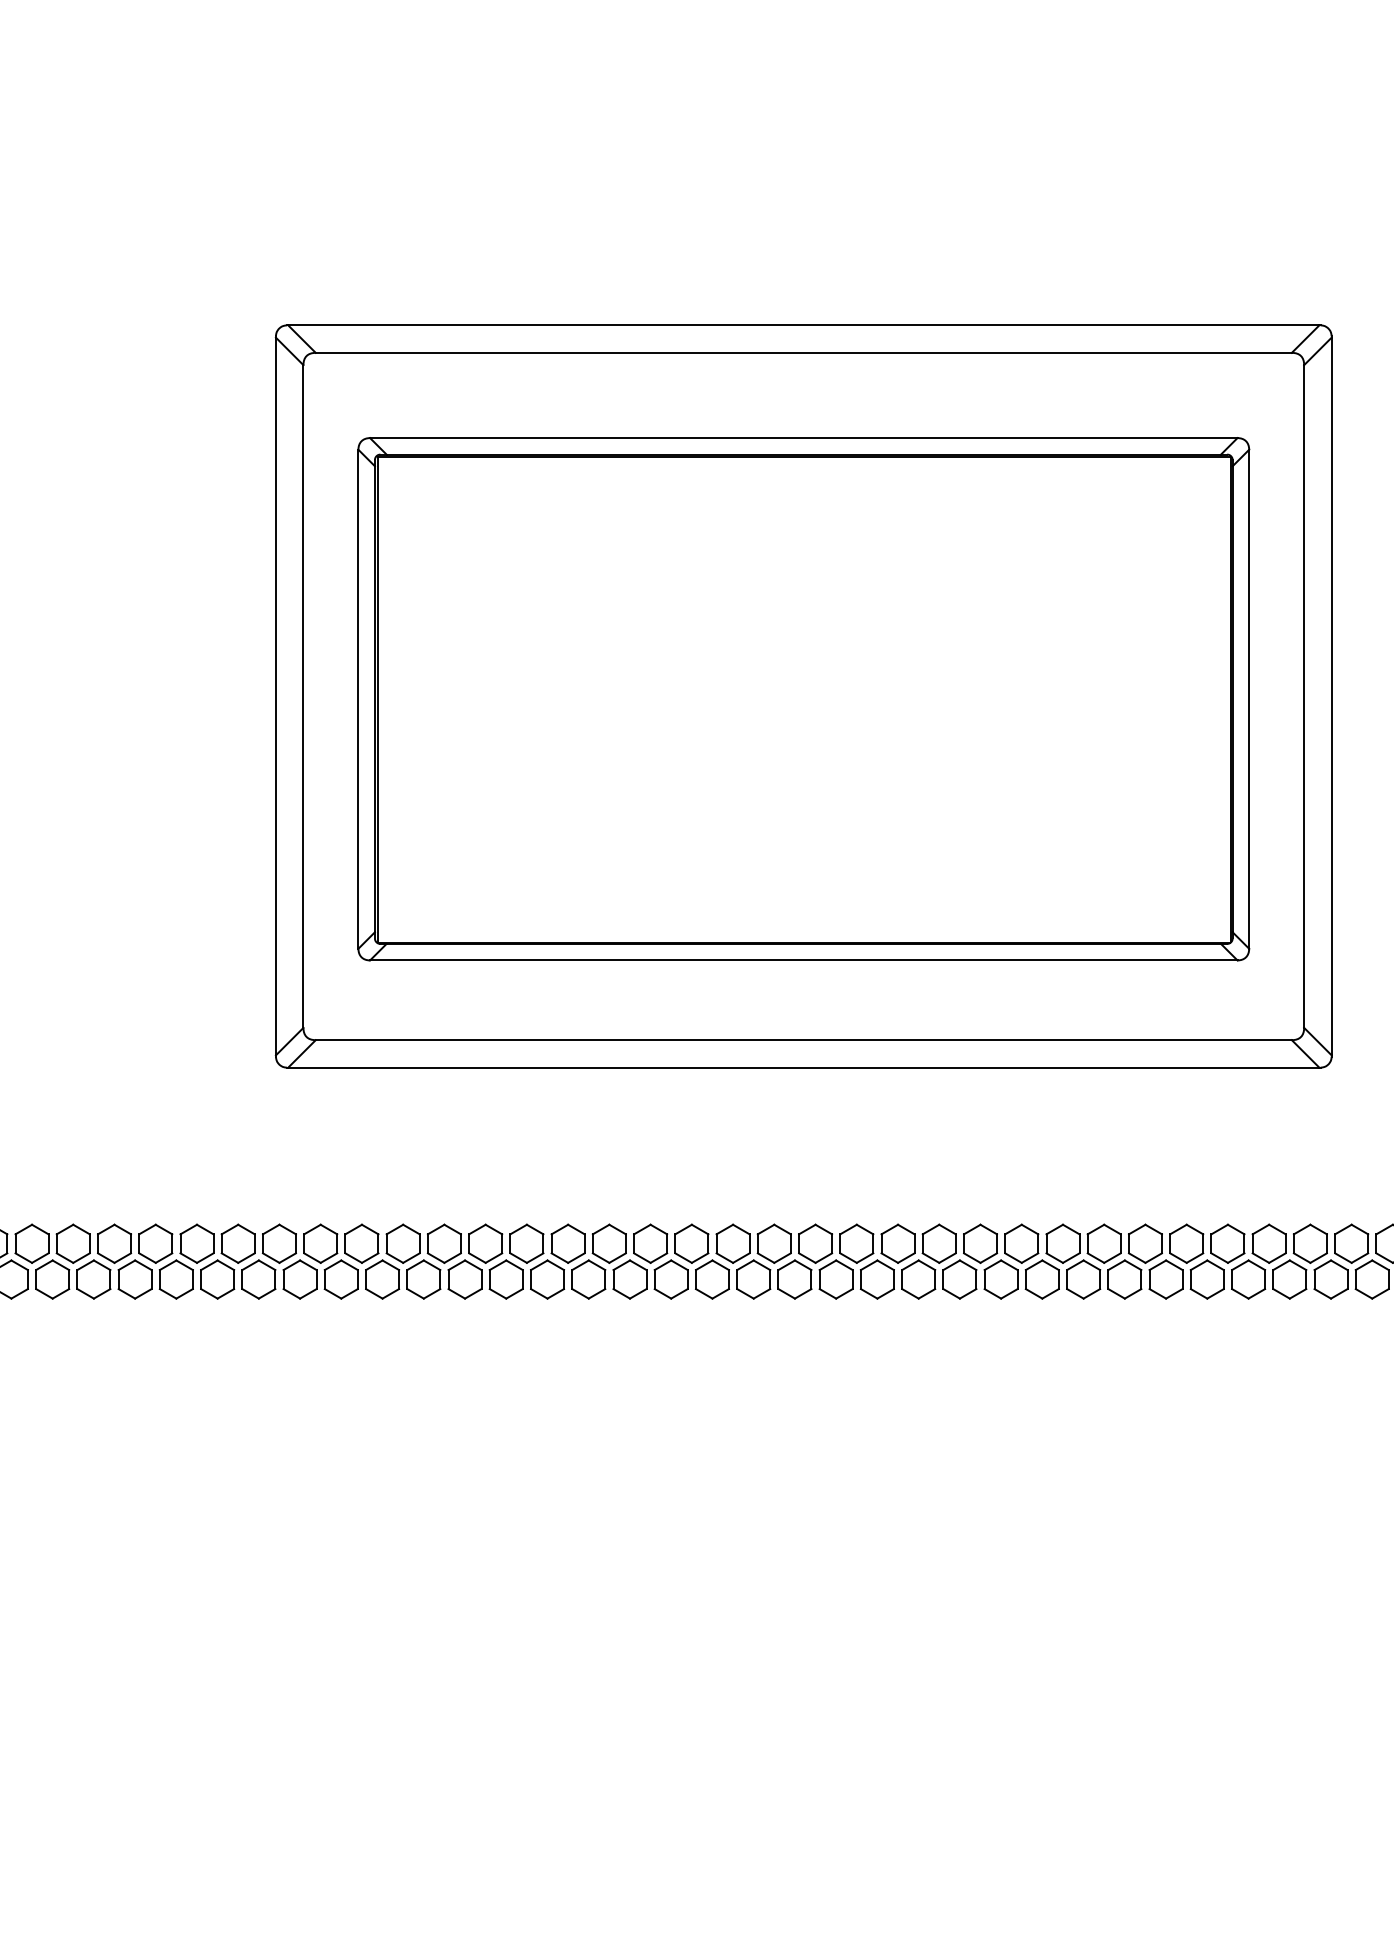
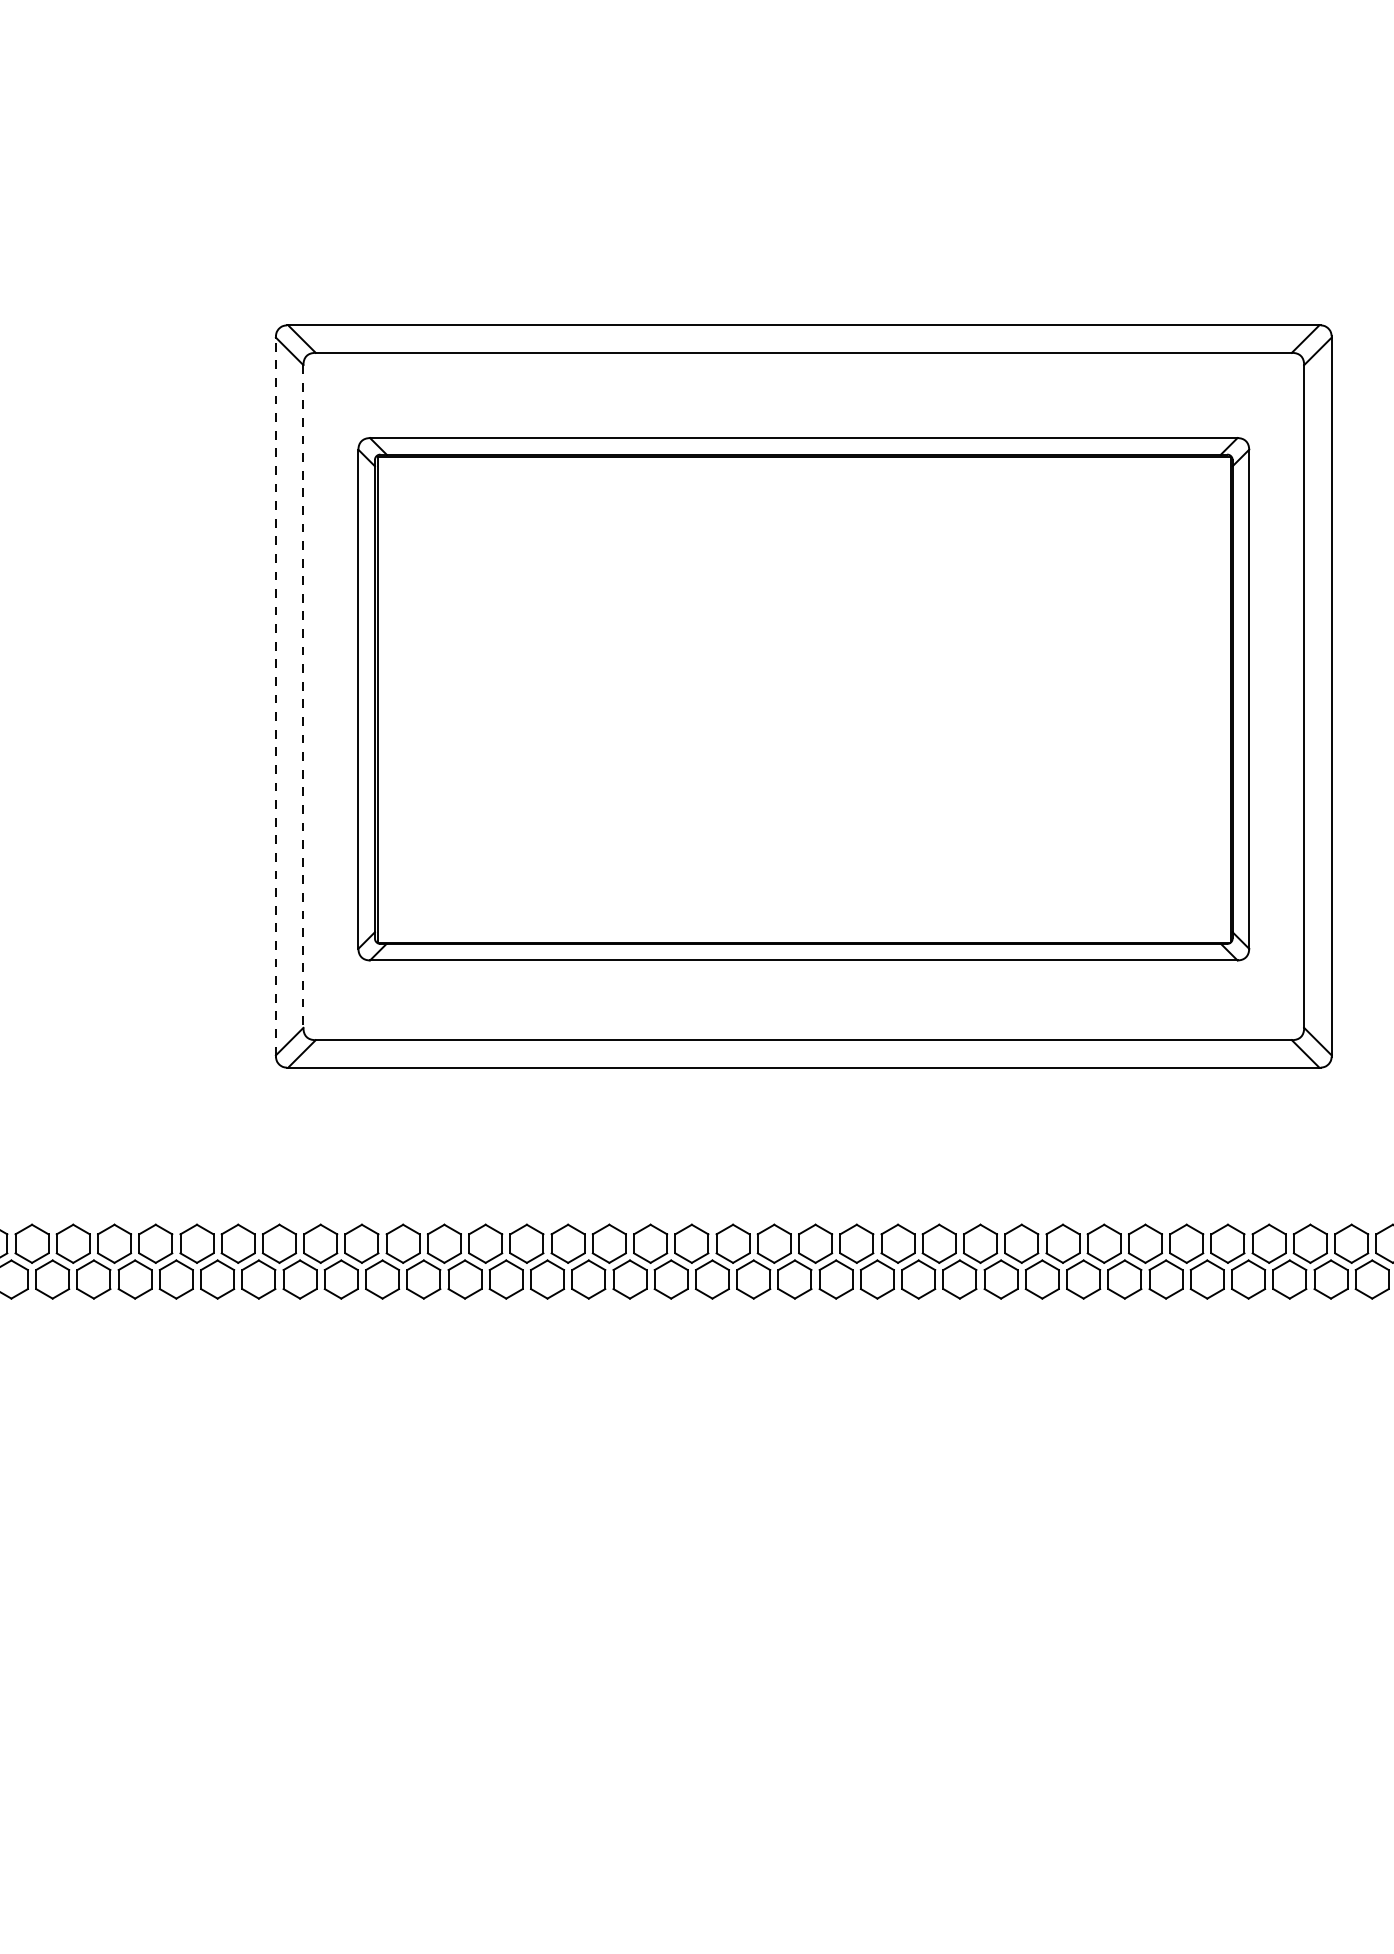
line at (275, 696): solid -> dashed
line at (303, 697): solid -> dashed
